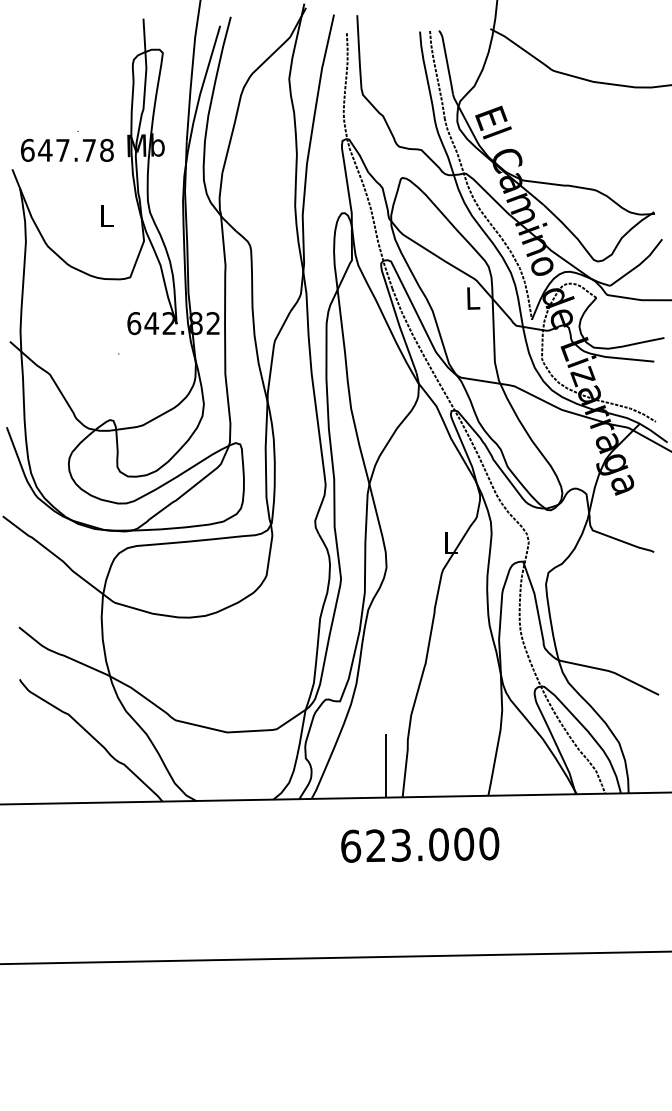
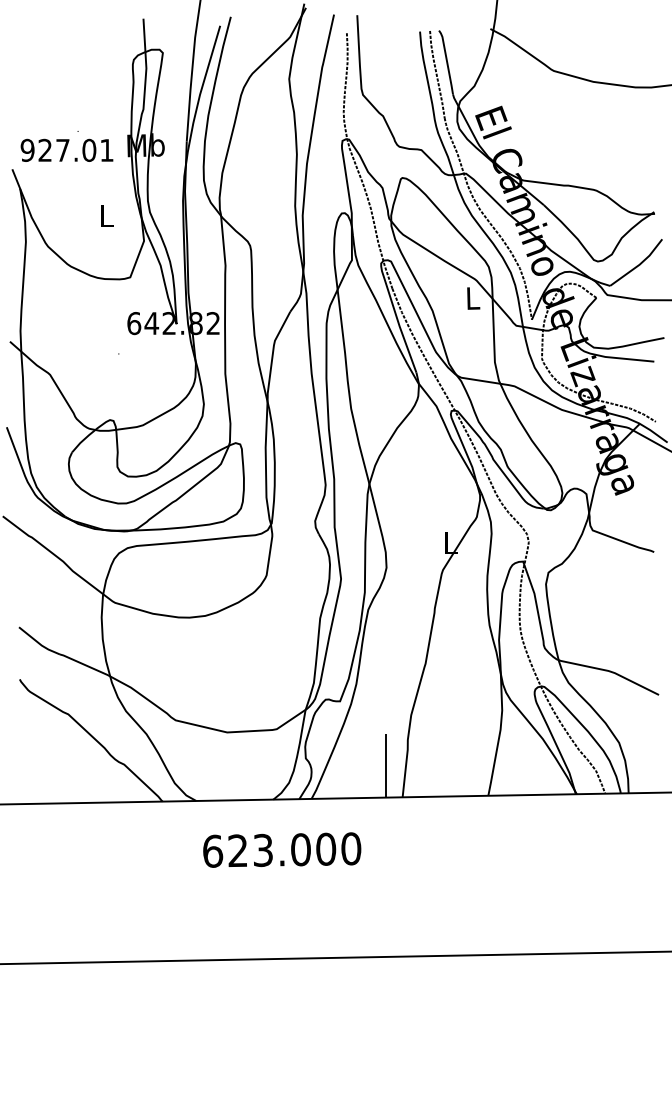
text at (66, 149): 647.78 -> 927.01
text at (420, 844) position: (420, 844) -> (282, 849)
